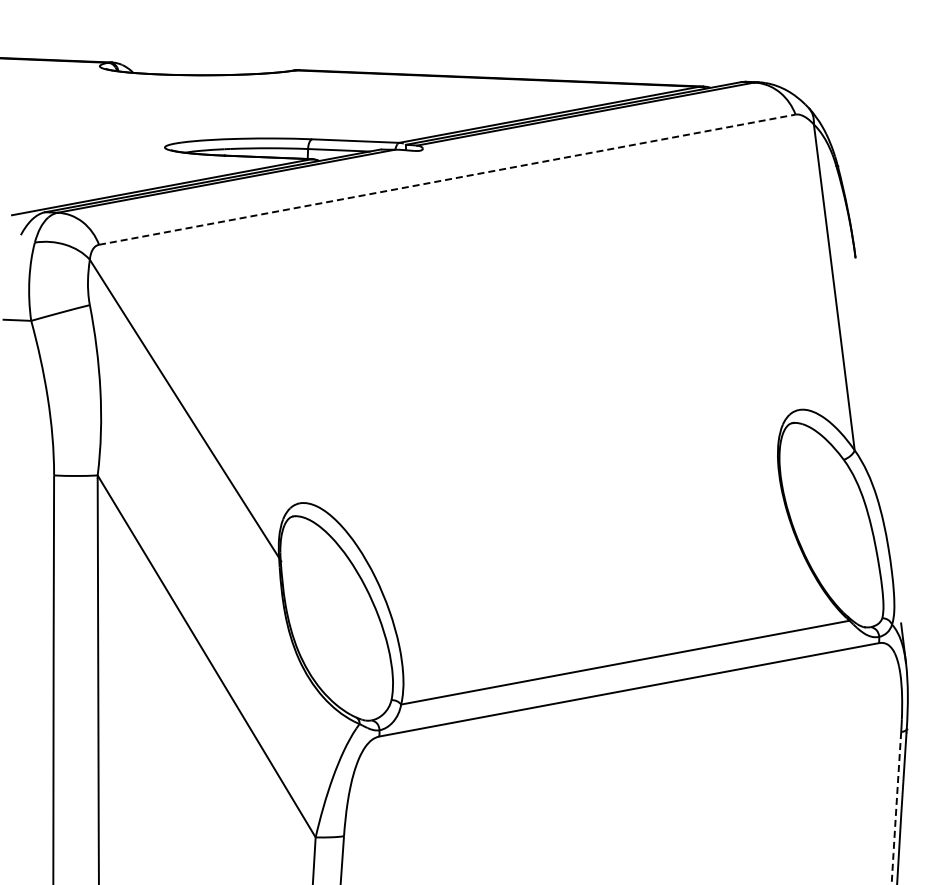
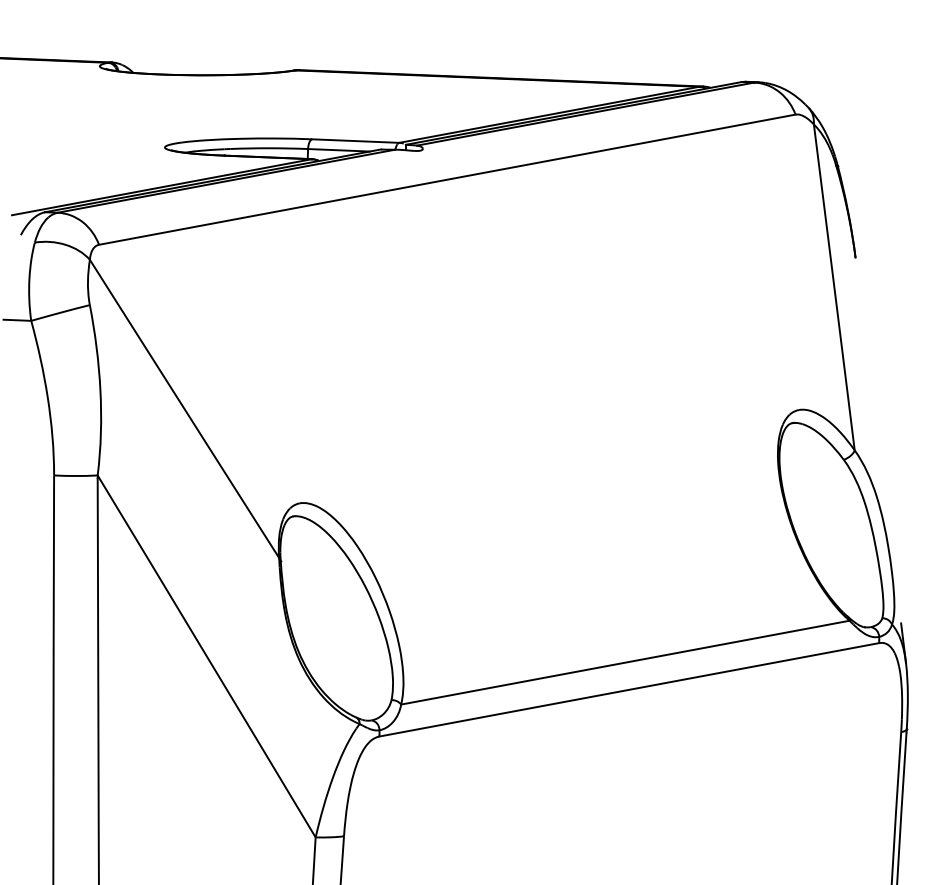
line at (447, 179): dashed -> solid
arc at (896, 808): dashed -> solid
